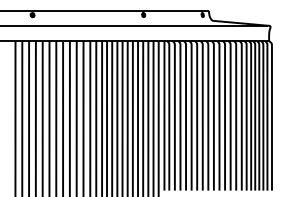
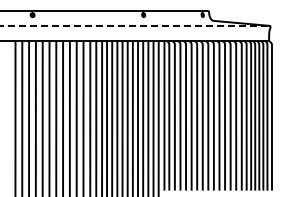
line at (134, 25): solid -> dashed
